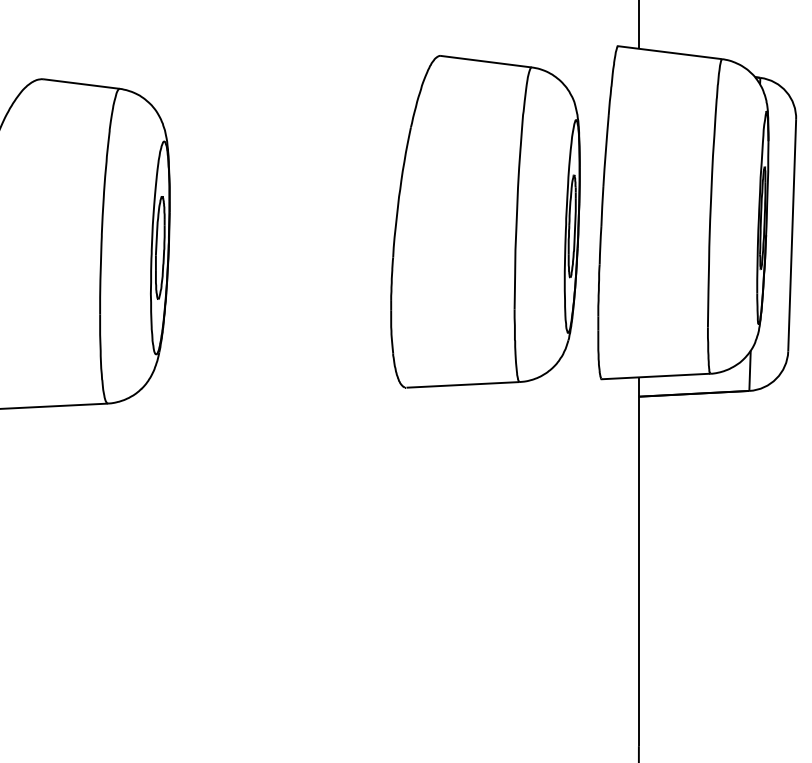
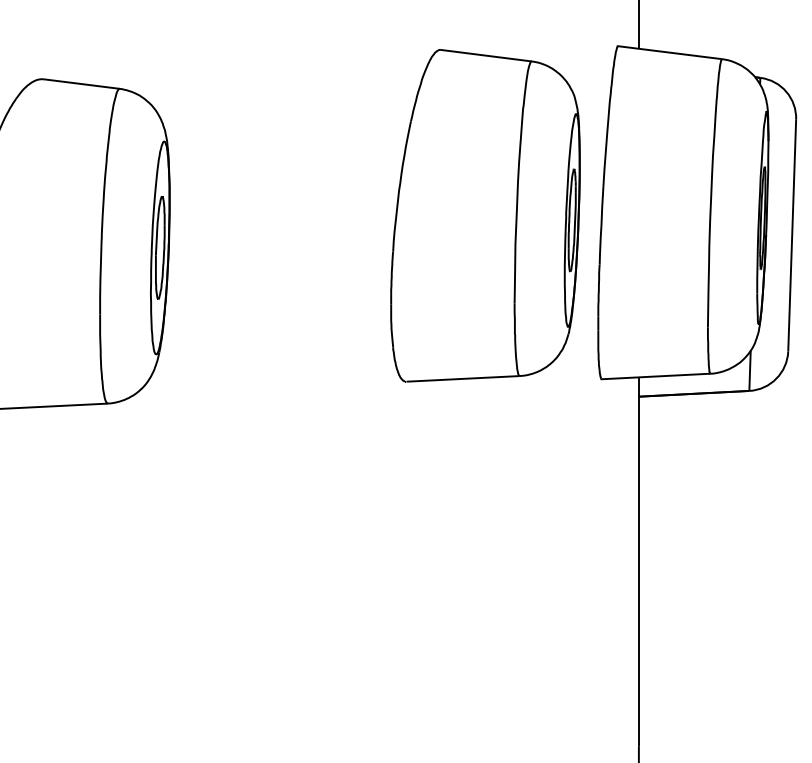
part at (485, 221) position: (485, 221) -> (485, 215)
